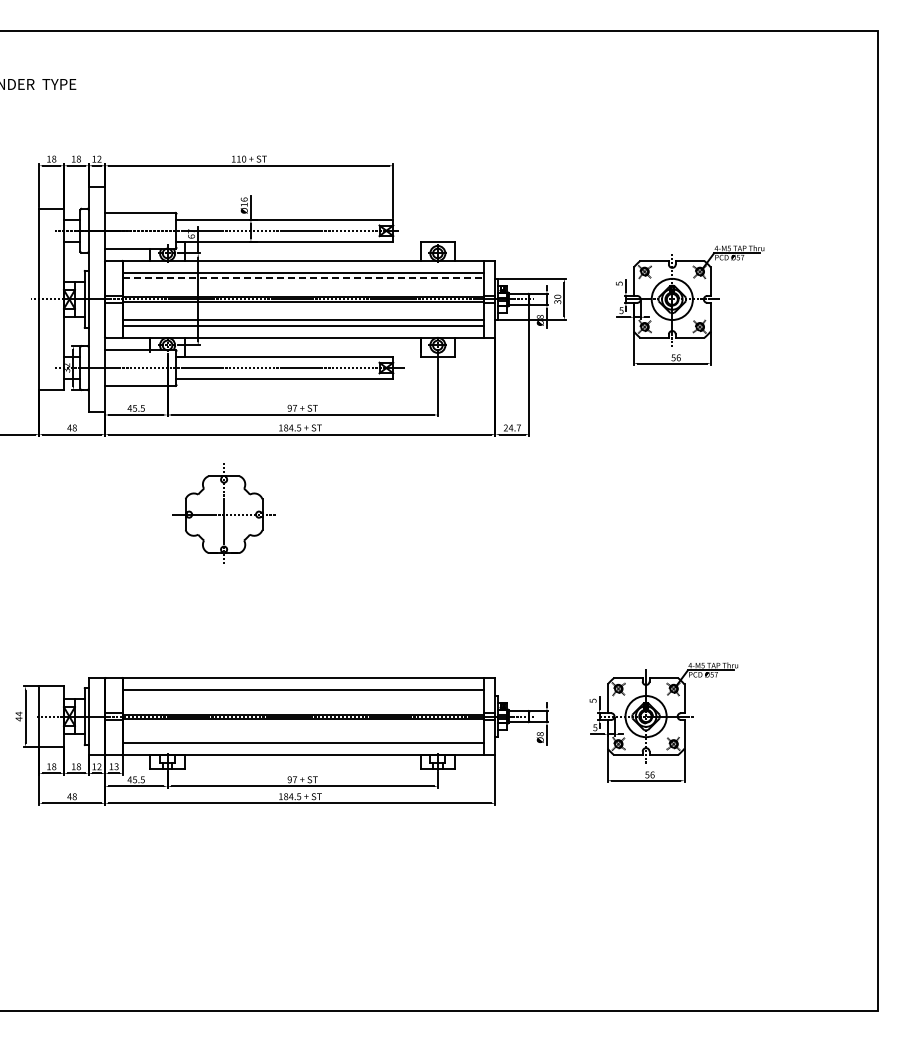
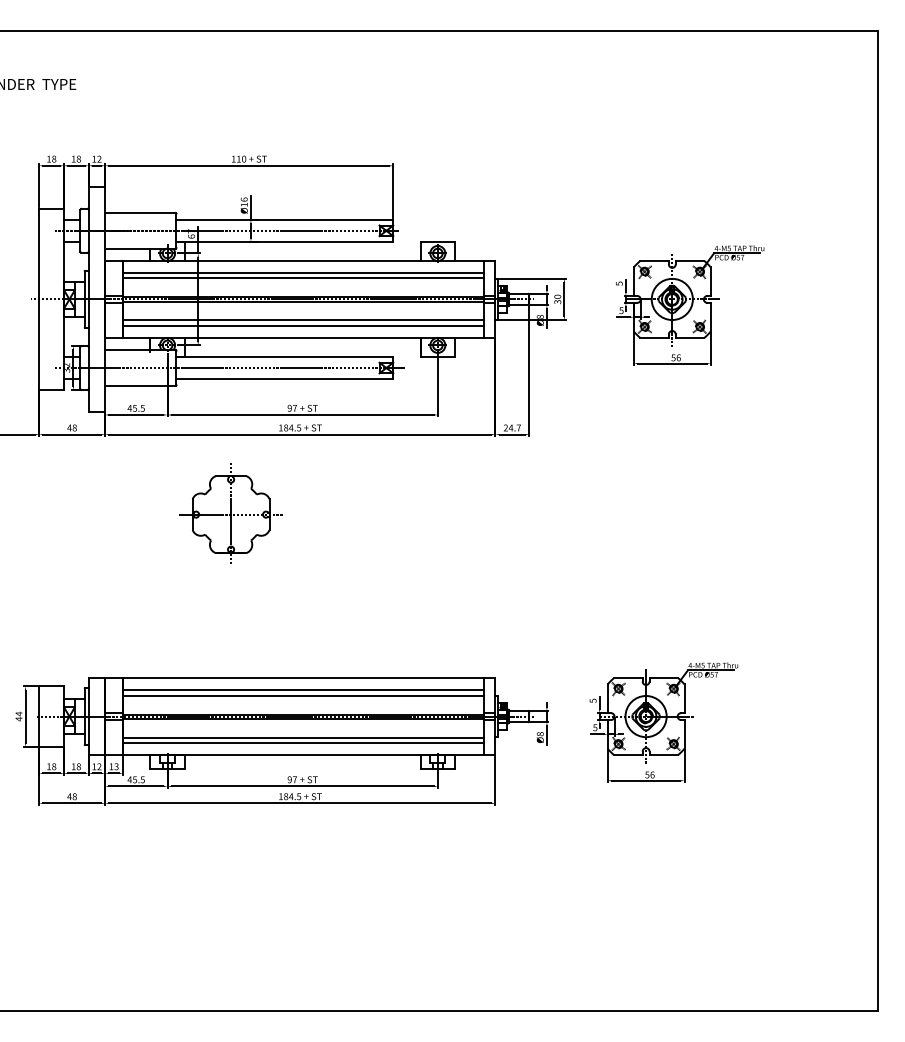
line at (303, 278): dashed -> solid
part at (223, 513) position: (223, 513) -> (230, 513)
line at (302, 695): none -> present
line at (302, 737): none -> present
